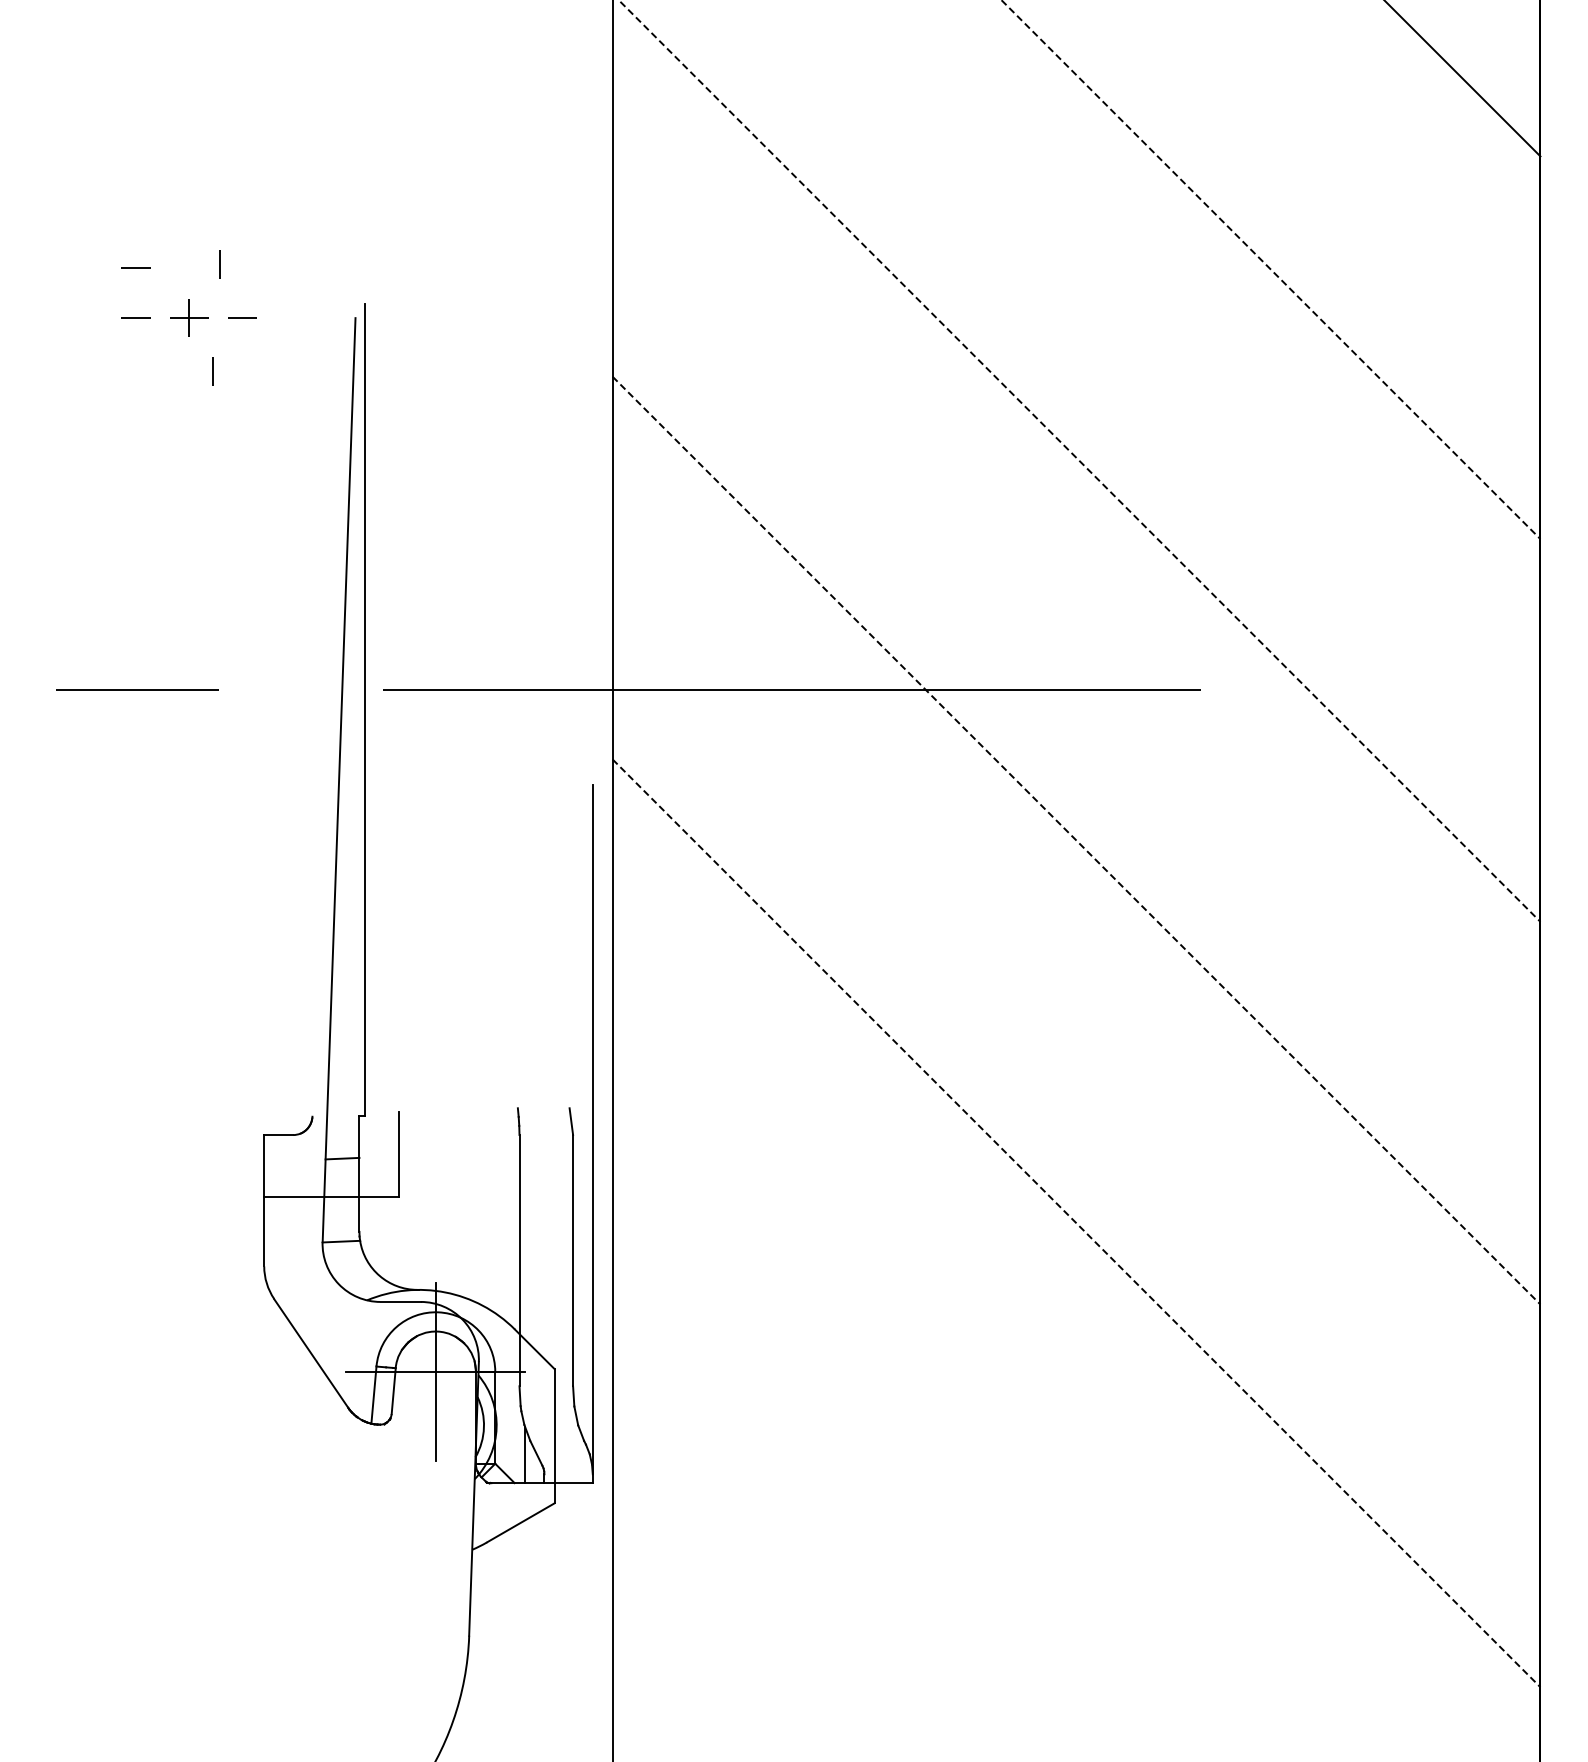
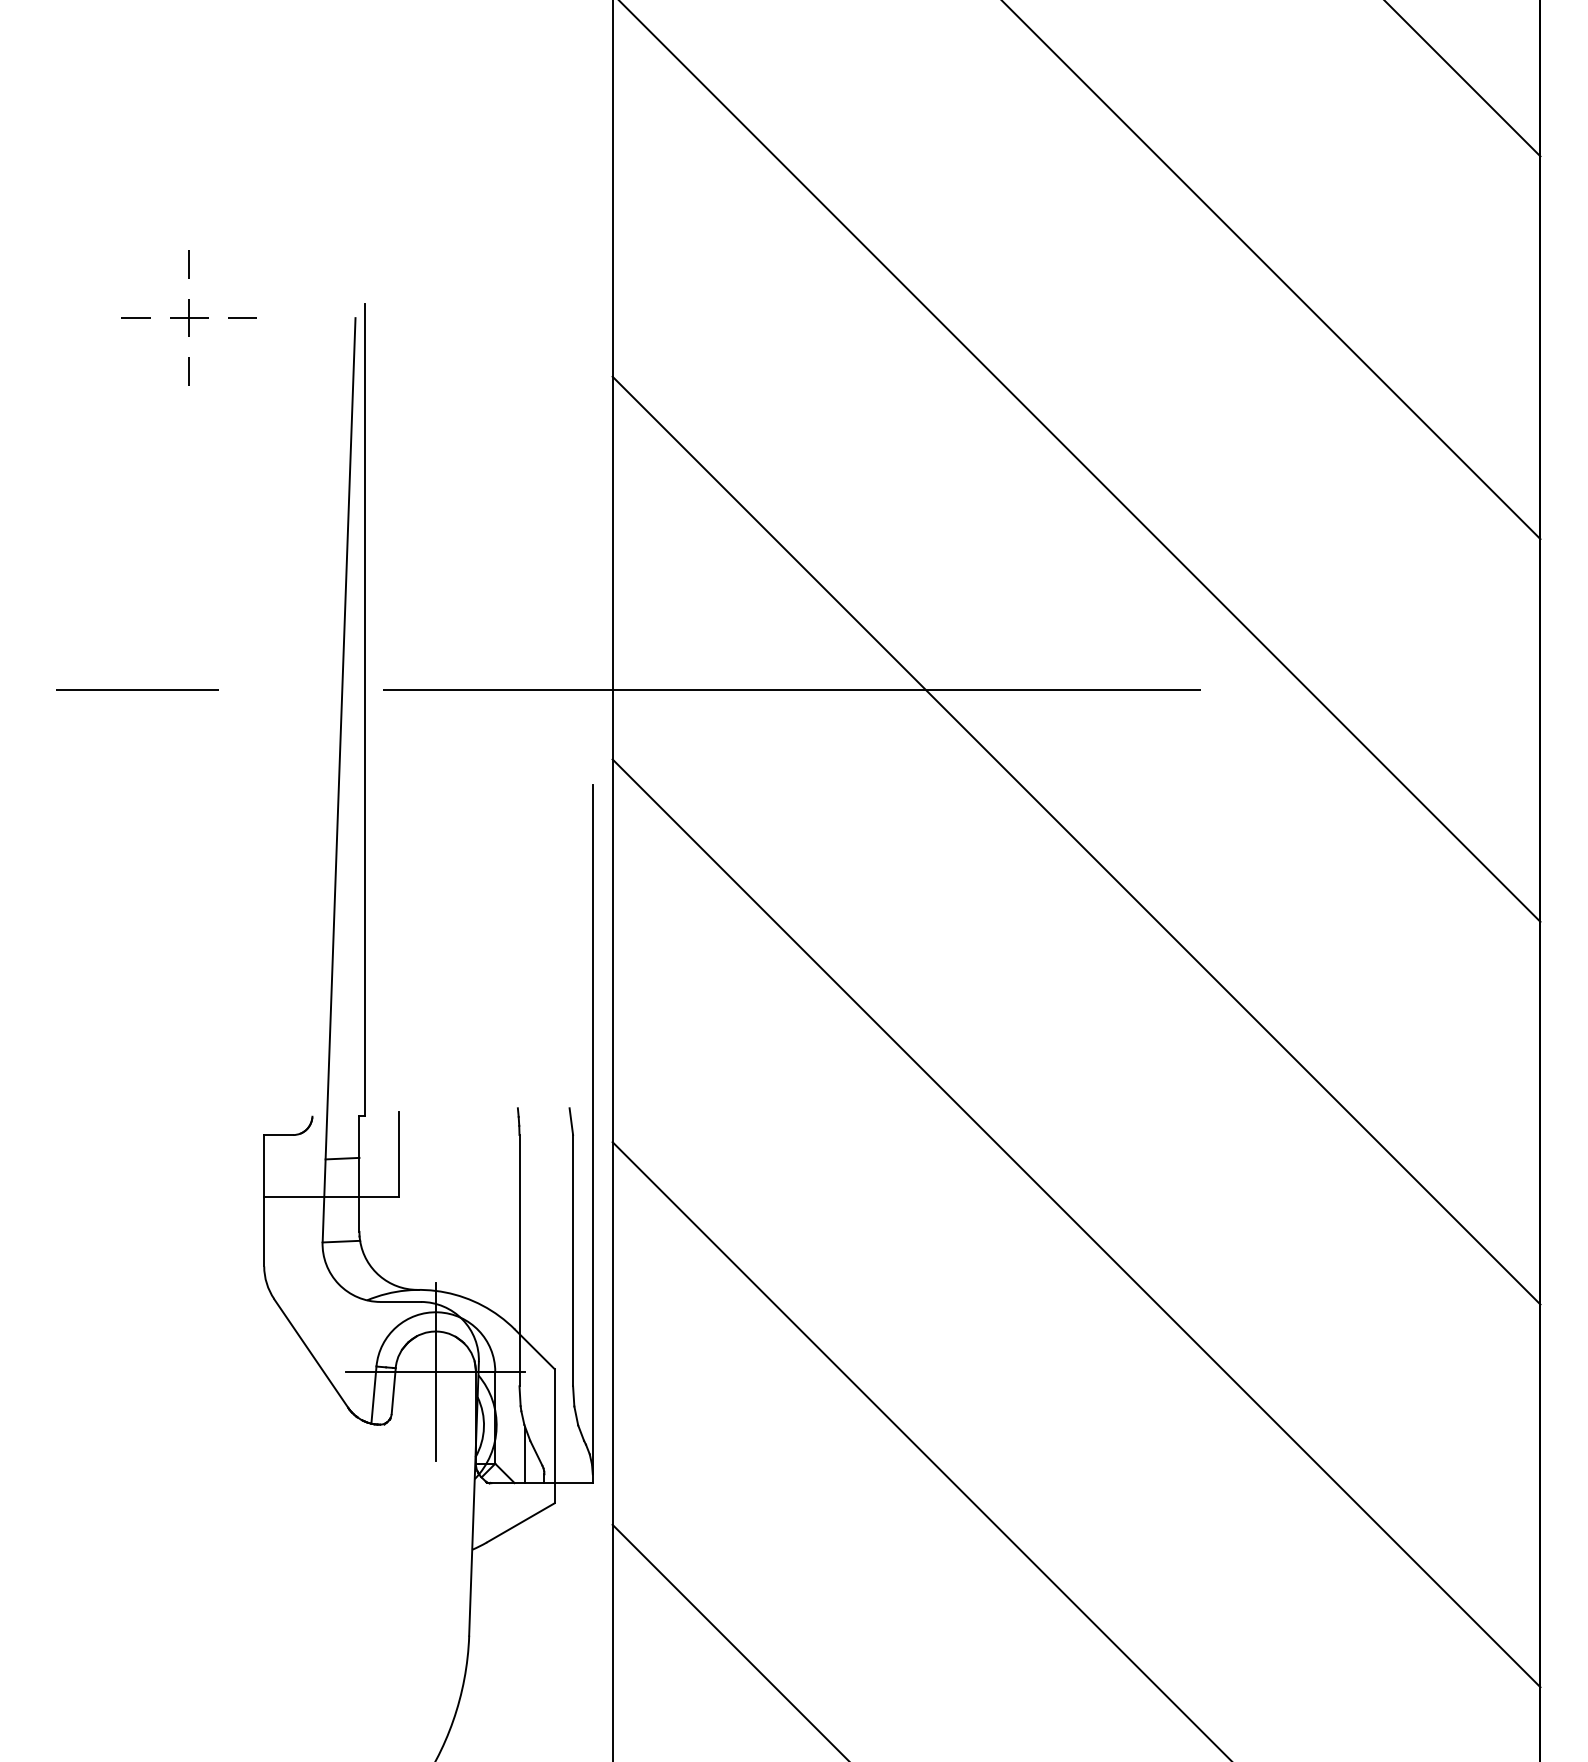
line at (219, 264) position: (219, 264) -> (188, 264)
line at (135, 267): present -> none
line at (1271, 269): dashed -> solid
line at (212, 371) position: (212, 371) -> (188, 371)
line at (1079, 461): dashed -> solid
line at (1076, 840): dashed -> solid
line at (1076, 1223): dashed -> solid
line at (920, 1450): none -> present
line at (729, 1641): none -> present
